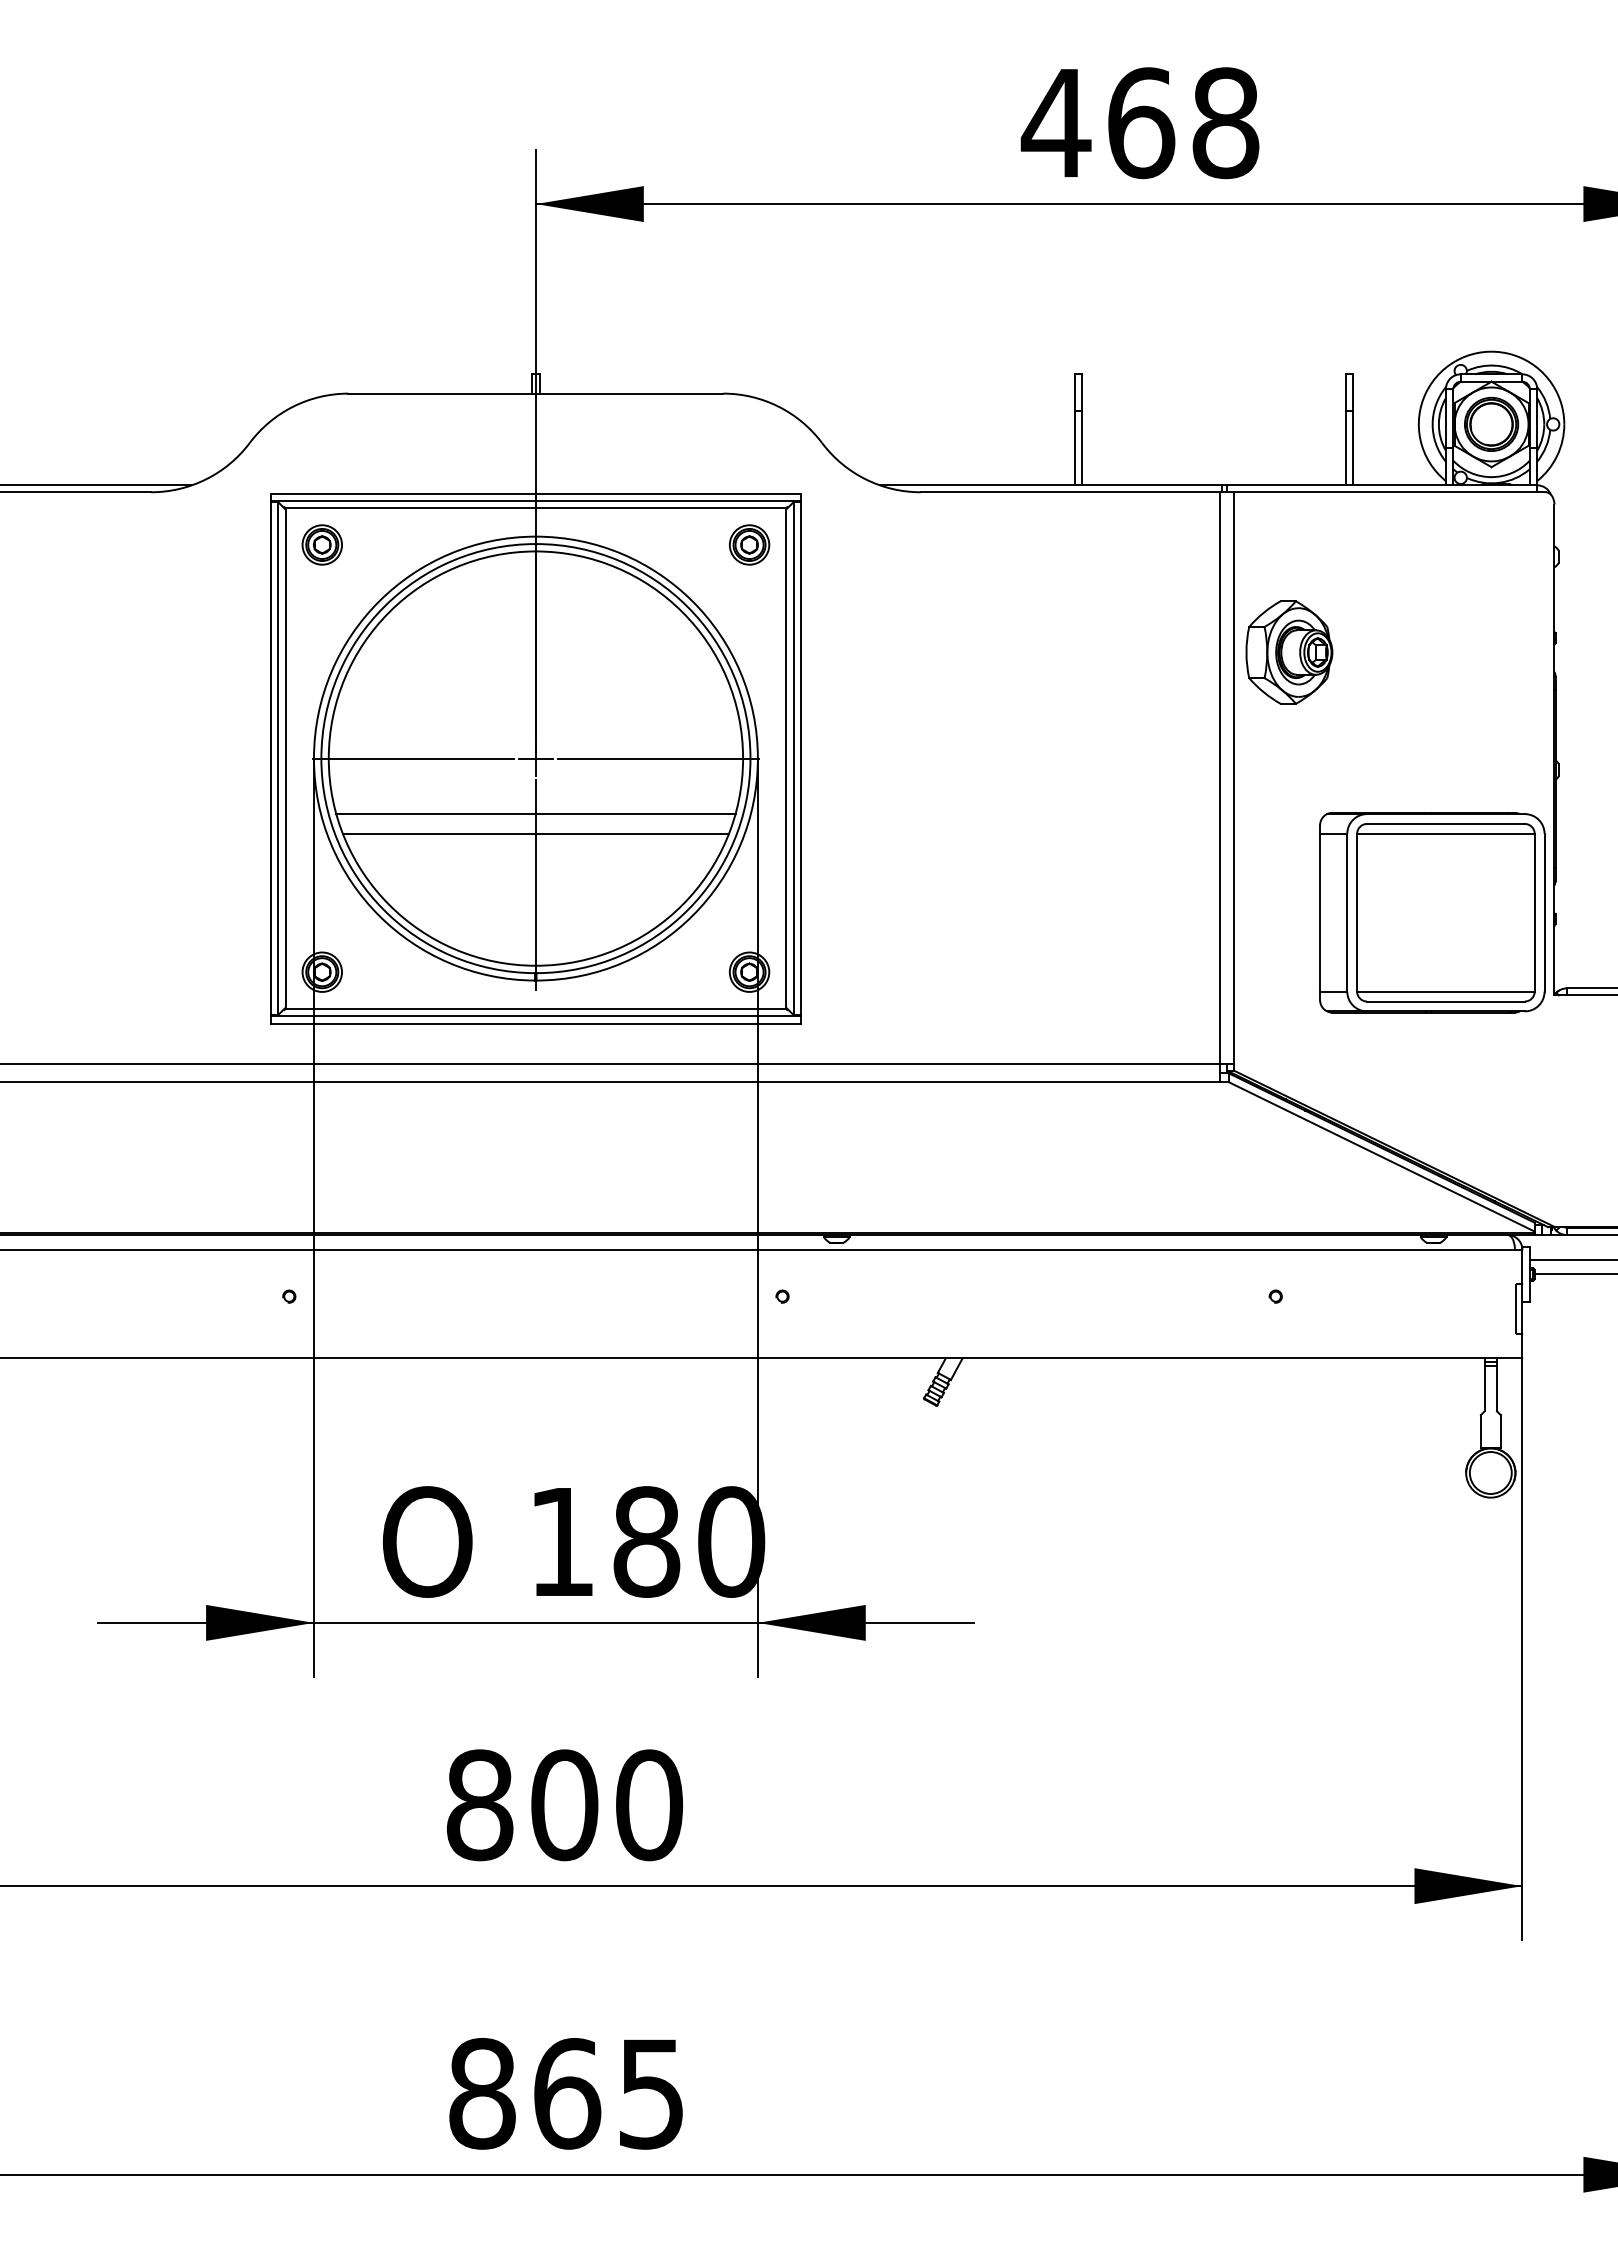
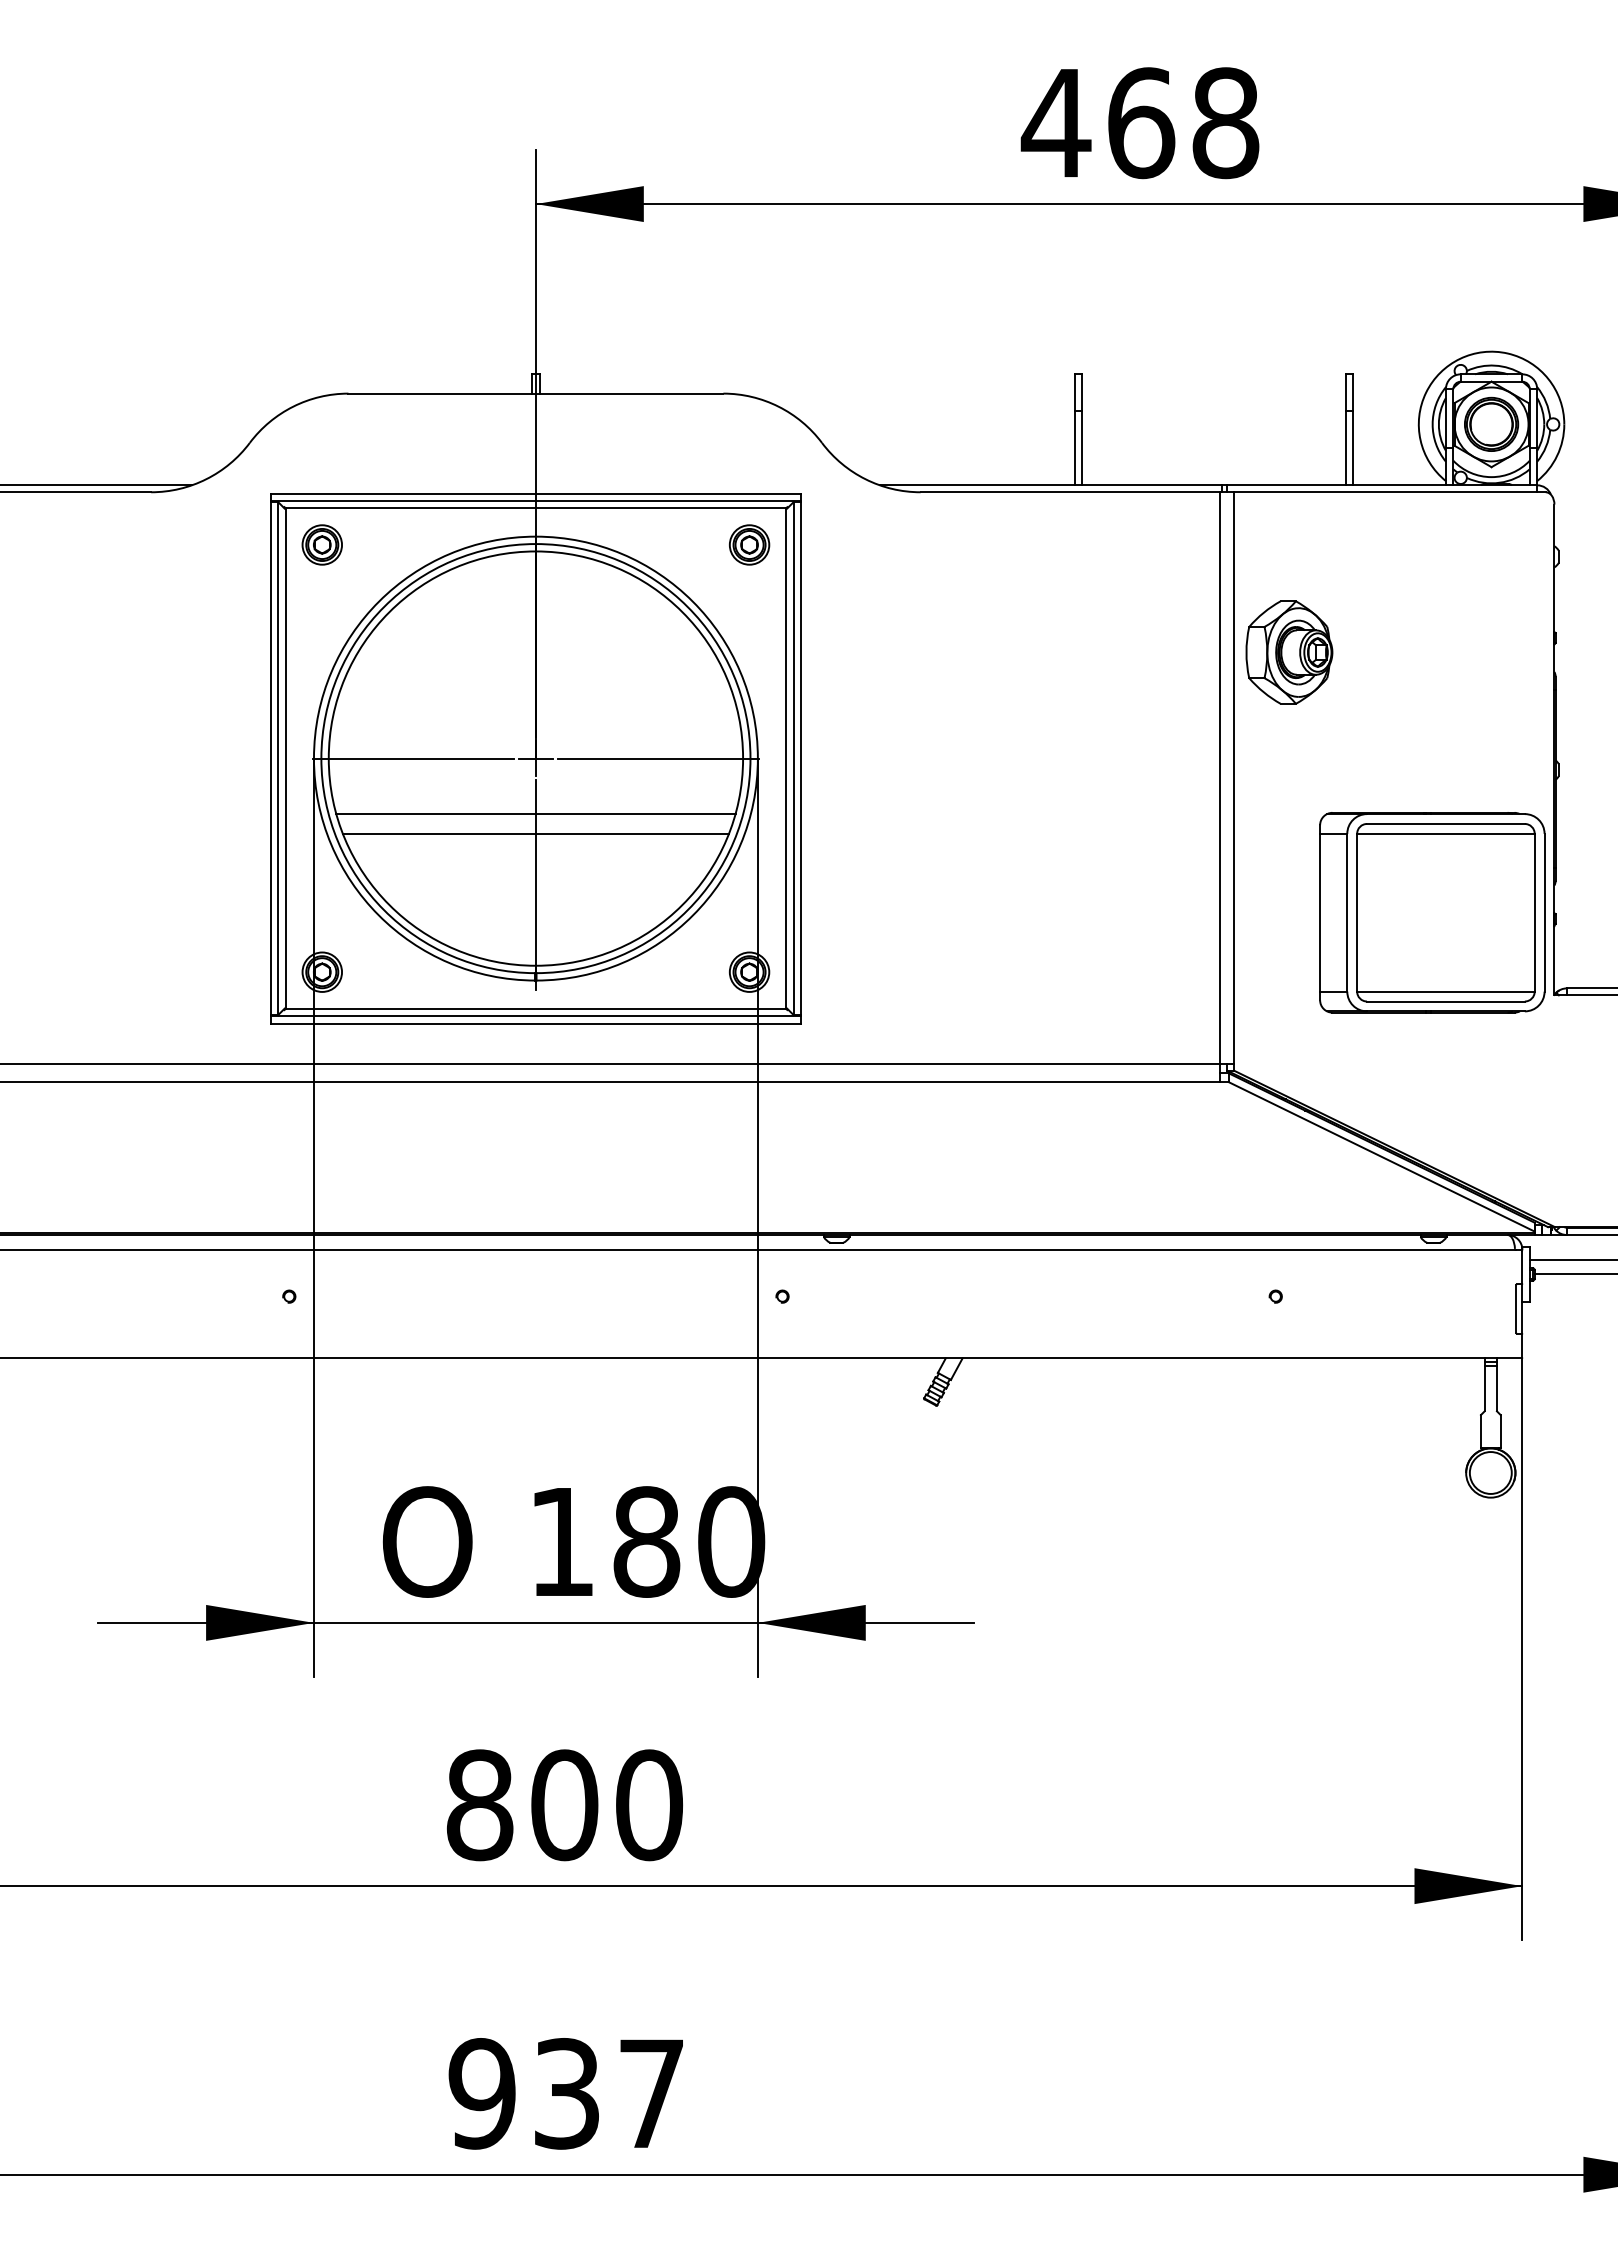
text at (565, 2093): 865 -> 937
